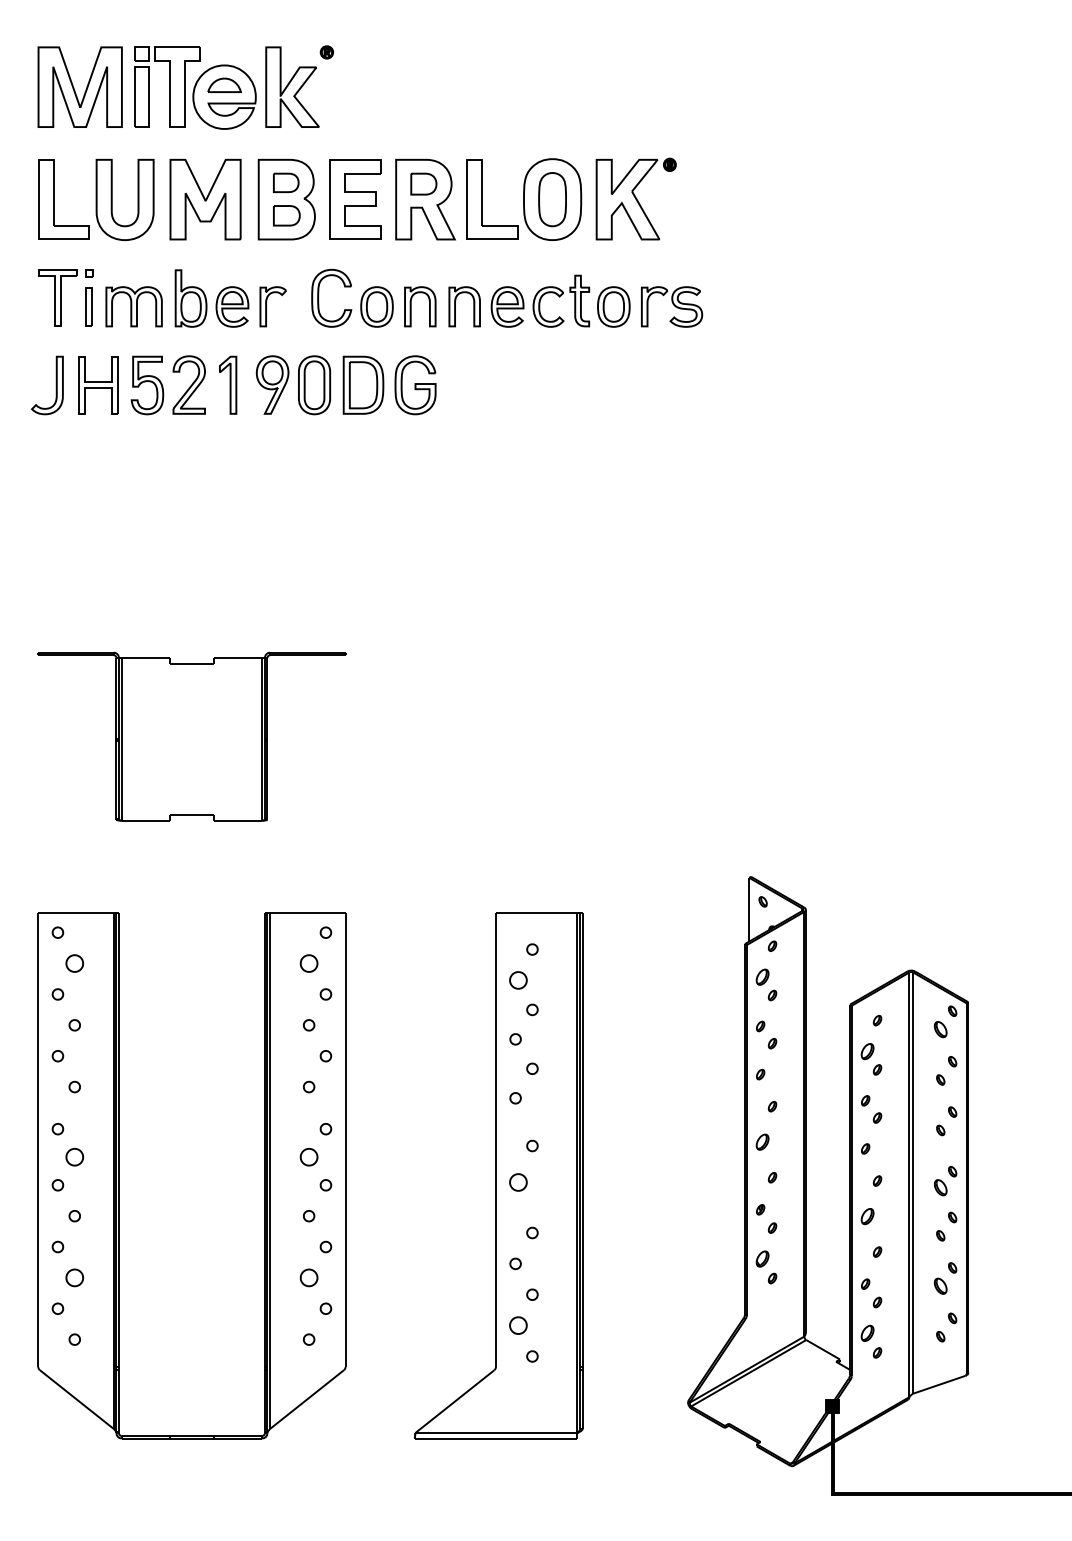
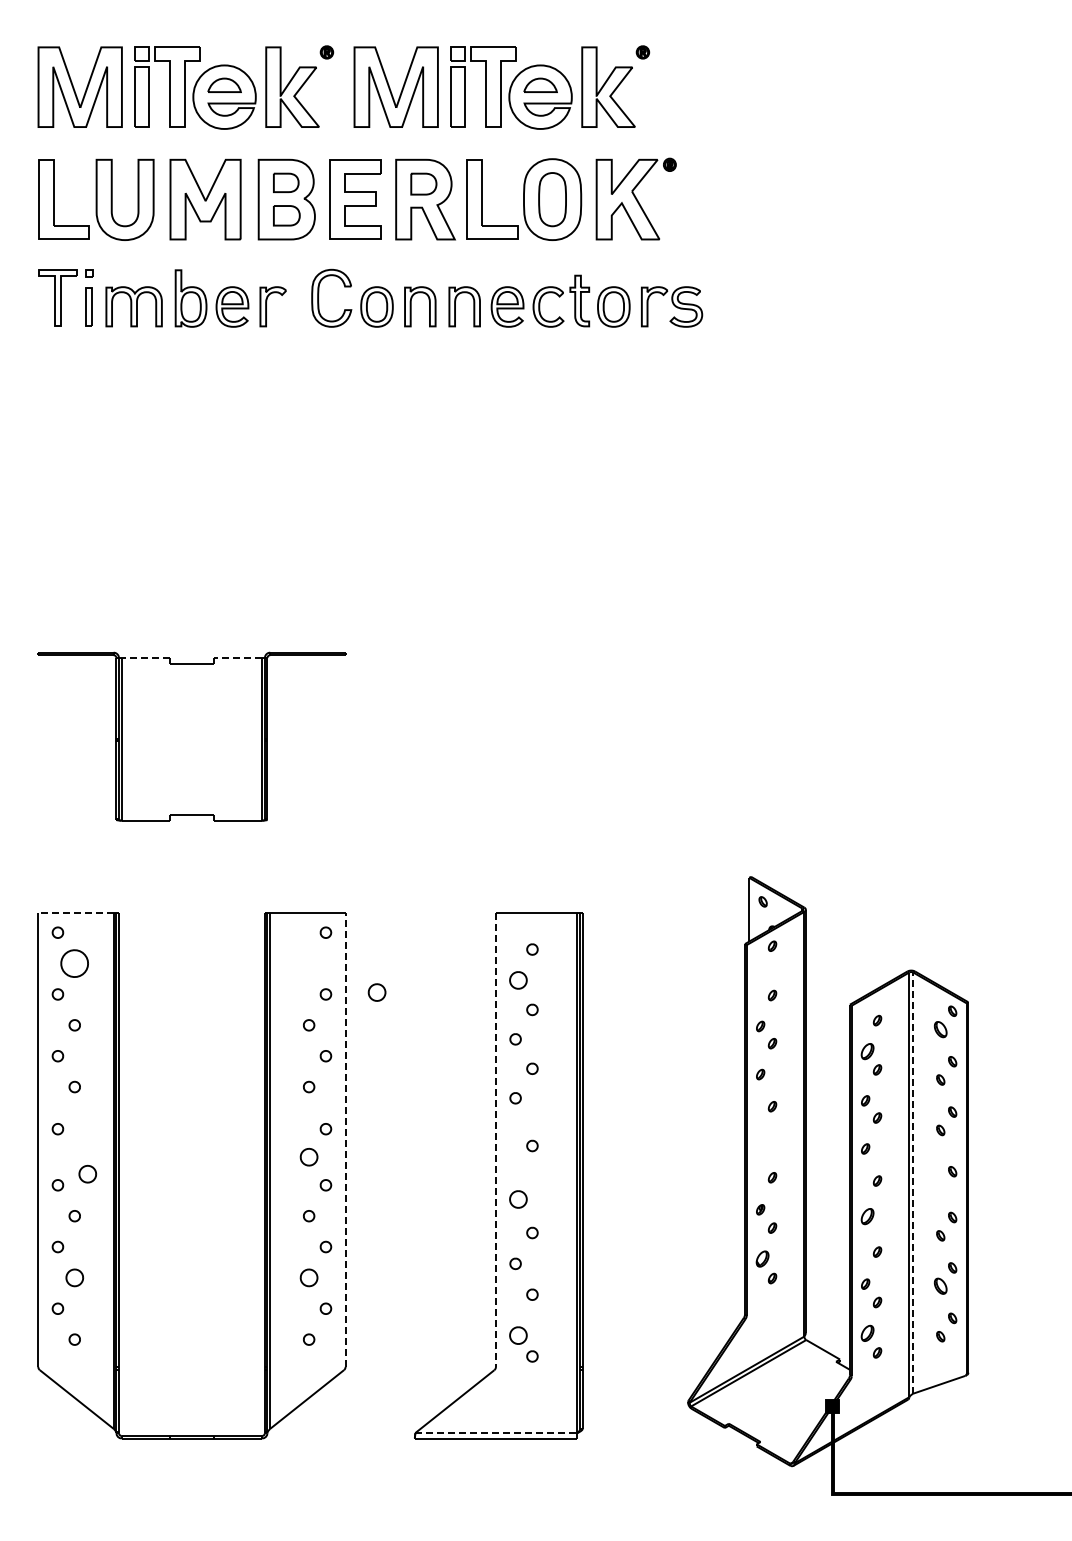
part at (501, 87): none -> present
part at (233, 385): present -> none
line at (145, 658): solid -> dashed
line at (238, 658): solid -> dashed
line at (75, 913): solid -> dashed
part at (74, 963) size: 20x19 px -> 29x29 px
part at (308, 963) position: (308, 963) -> (376, 992)
part at (762, 976): present -> none
line at (345, 1139): solid -> dashed
line at (495, 1139): solid -> dashed
part at (762, 1141): present -> none
part at (74, 1156) position: (74, 1156) -> (87, 1173)
part at (518, 1182) position: (518, 1182) -> (518, 1199)
line at (913, 1183): solid -> dashed
part at (940, 1187): present -> none
part at (518, 1325) position: (518, 1325) -> (518, 1335)
line at (496, 1433): solid -> dashed
